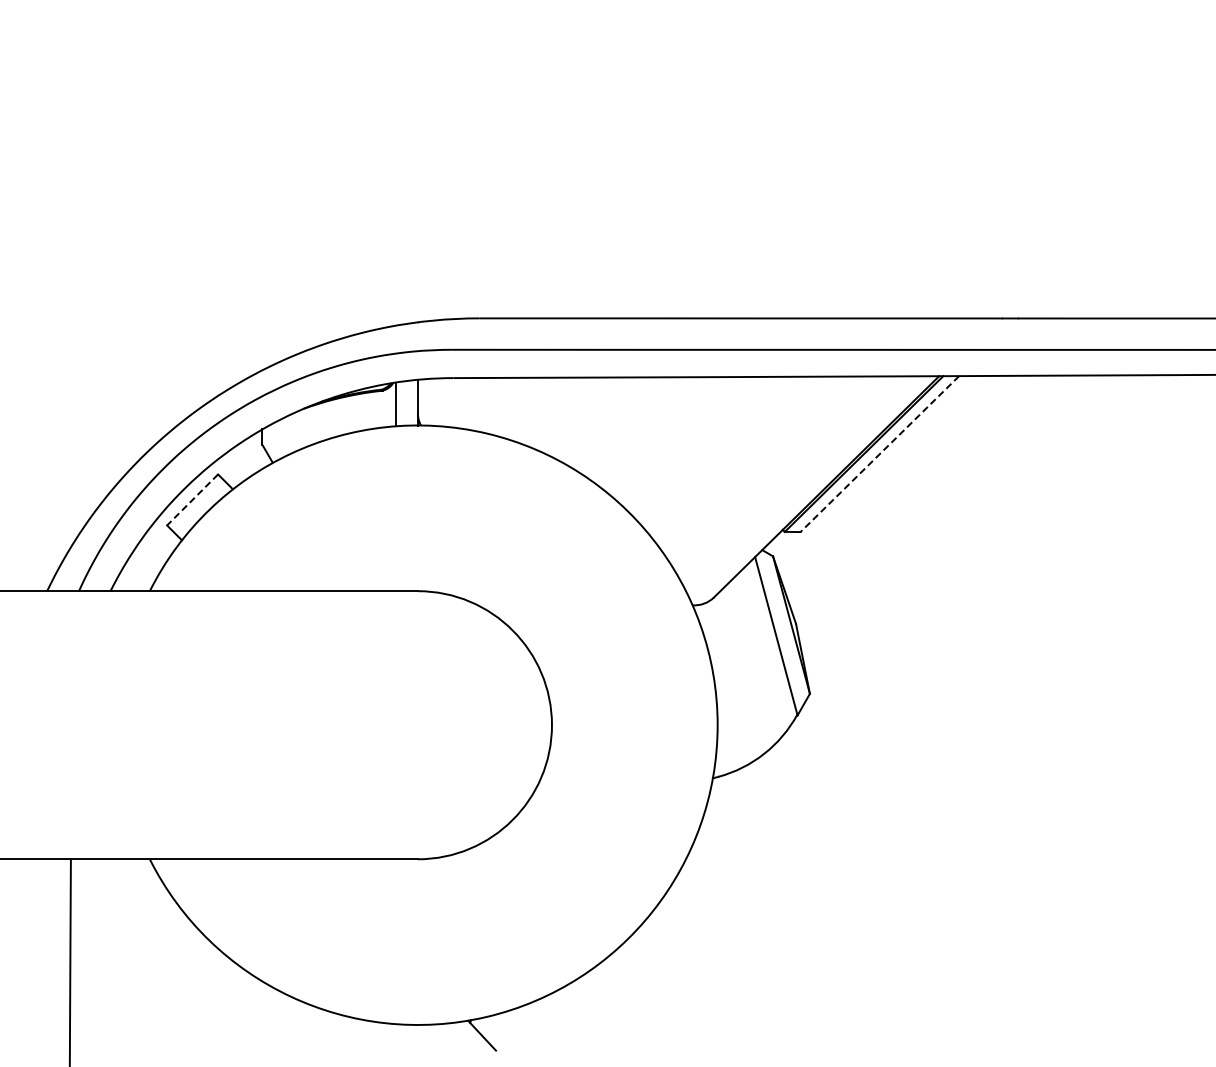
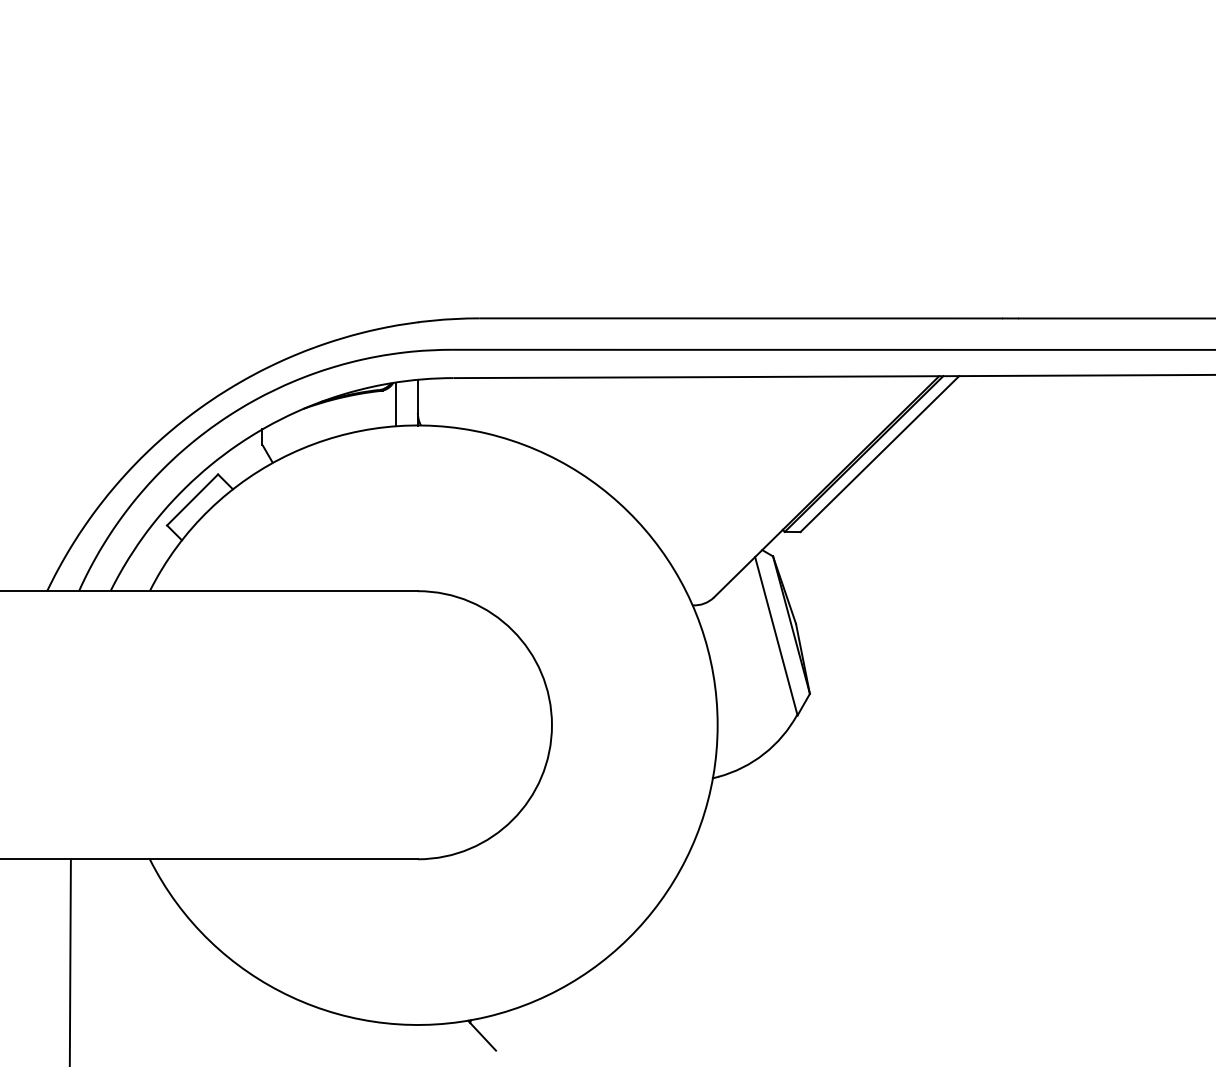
line at (879, 454): dashed -> solid
line at (192, 500): dashed -> solid
